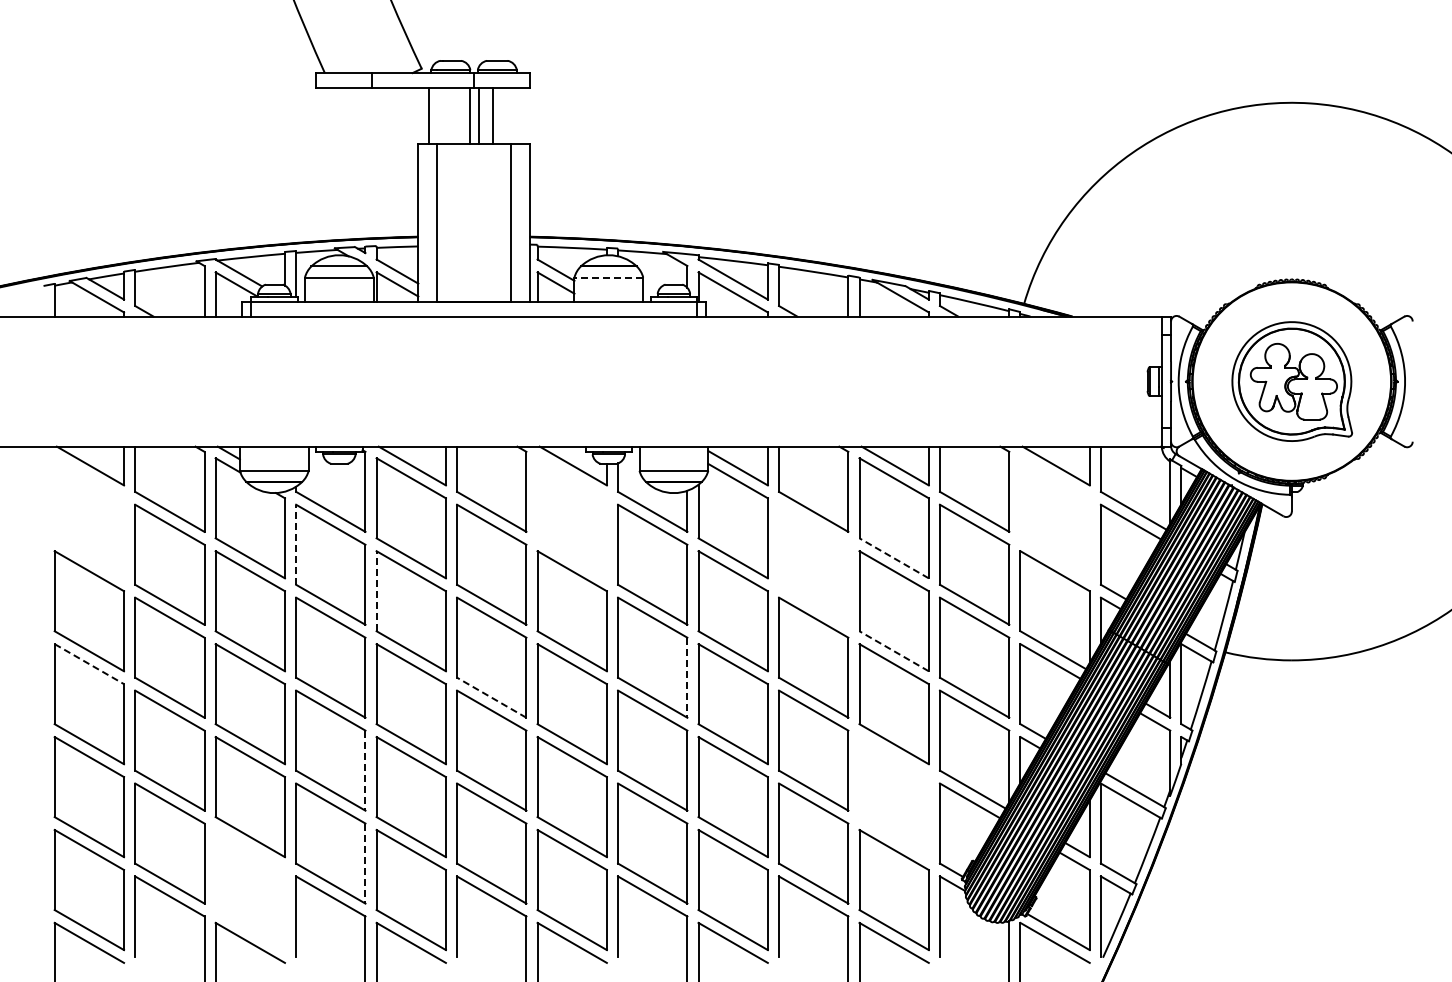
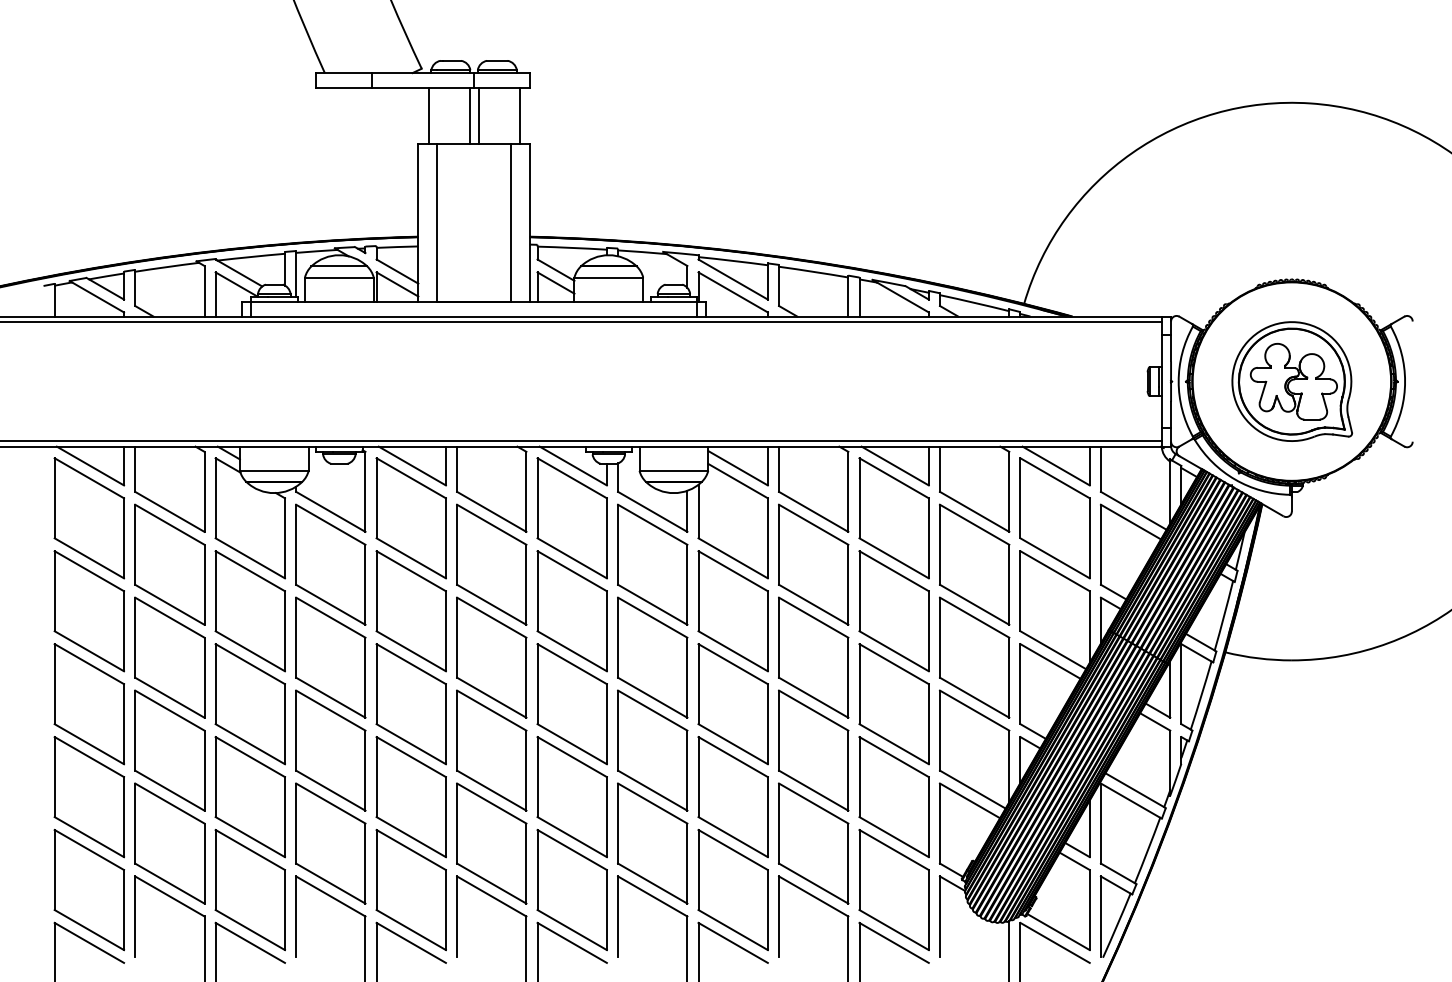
line at (492, 115) position: (492, 115) -> (519, 115)
line at (608, 277): dashed -> solid
line at (581, 322): none -> present
line at (581, 441): none -> present
part at (88, 518): none -> present
part at (571, 518): none -> present
part at (1054, 518): none -> present
line at (296, 544): dashed -> solid
line at (893, 558): dashed -> solid
part at (813, 564): none -> present
line at (376, 590): dashed -> solid
line at (893, 651): dashed -> solid
line at (89, 664): dashed -> solid
line at (687, 678): dashed -> solid
line at (491, 697): dashed -> solid
line at (365, 771): dashed -> solid
part at (893, 797): none -> present
line at (365, 864): dashed -> solid
part at (249, 890): none -> present
